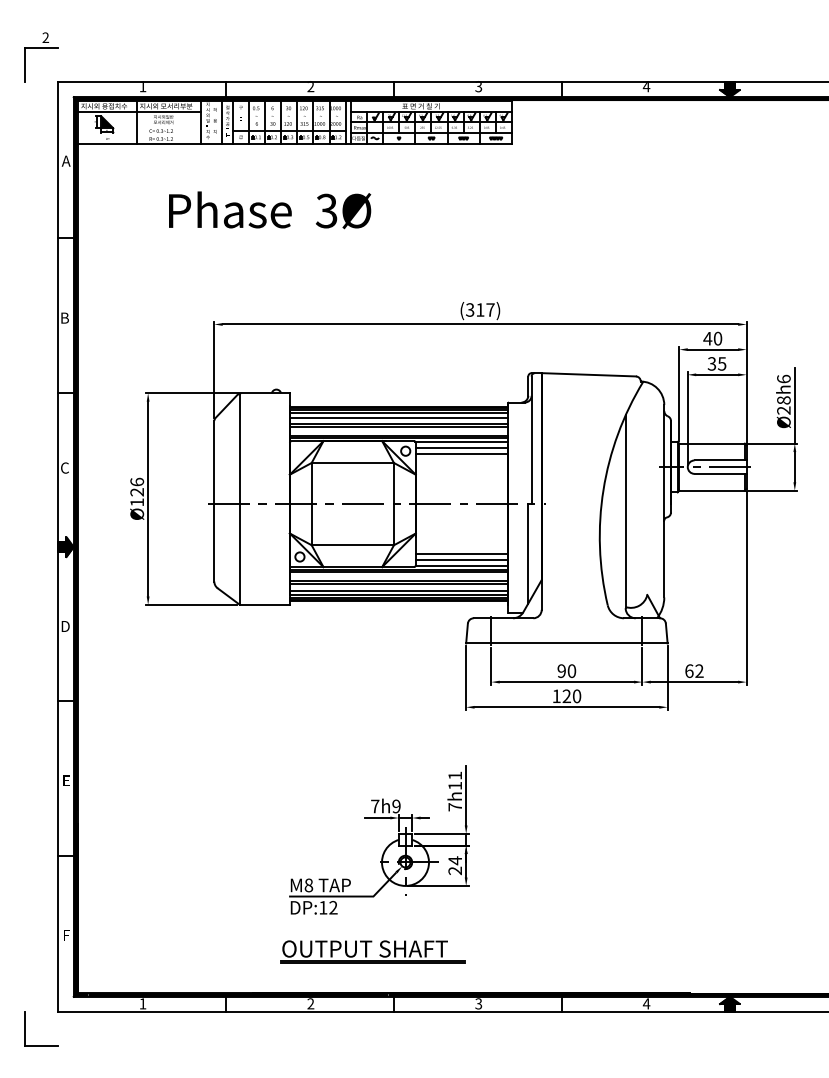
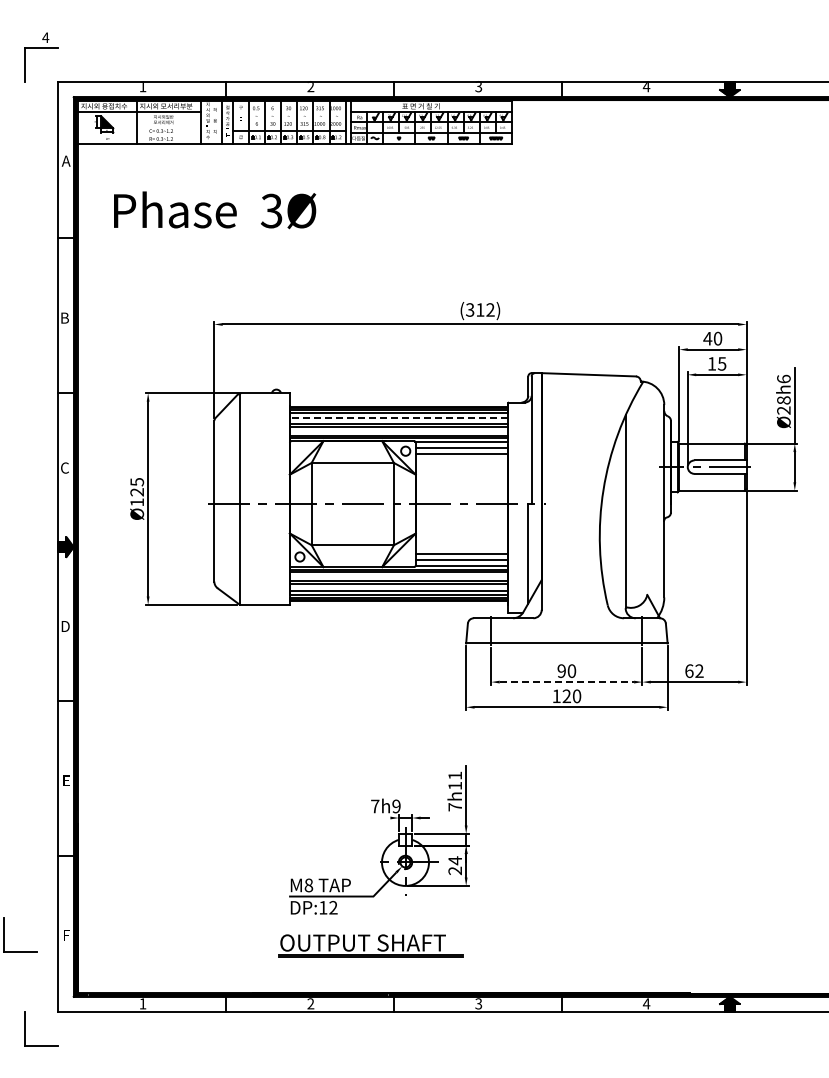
text at (45, 37): 2 -> 4
text at (270, 210) position: (270, 210) -> (215, 210)
text at (490, 309): (317) -> (312)
text at (711, 363): 35 -> 15
line at (398, 417): solid -> dashed
text at (137, 481): Ø126 -> Ø125
line at (567, 682): solid -> dashed
line at (377, 818): present -> none
part at (4, 934): none -> present
part at (372, 951) position: (372, 951) -> (370, 945)
